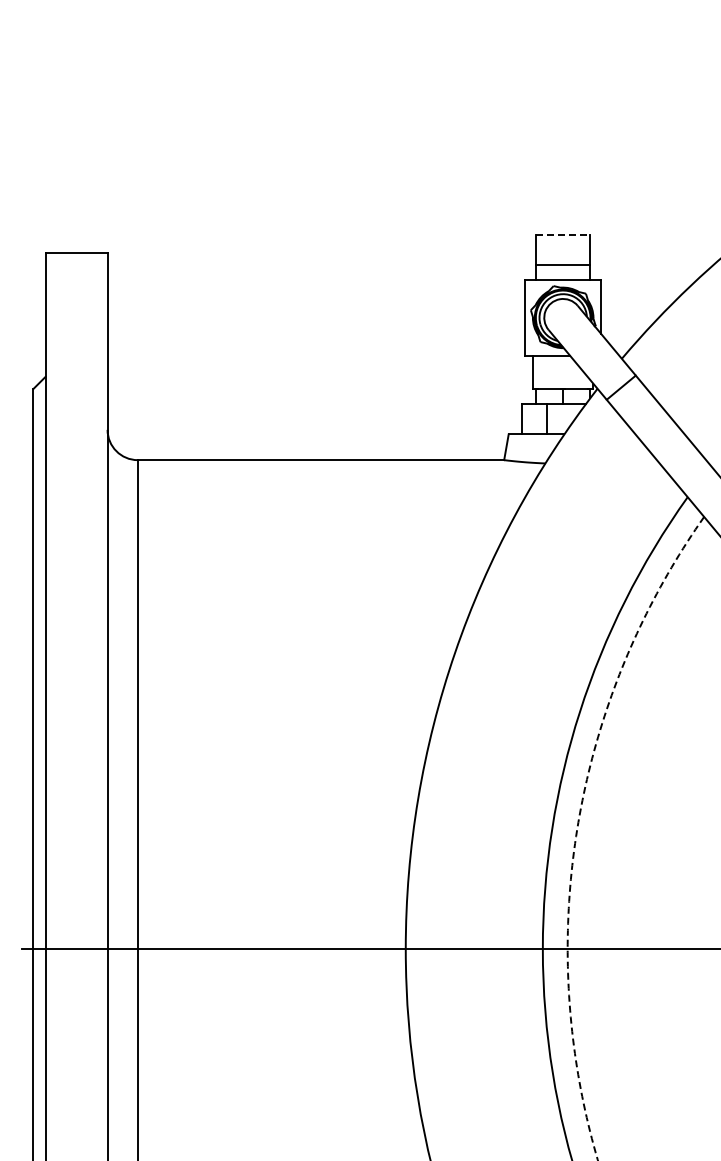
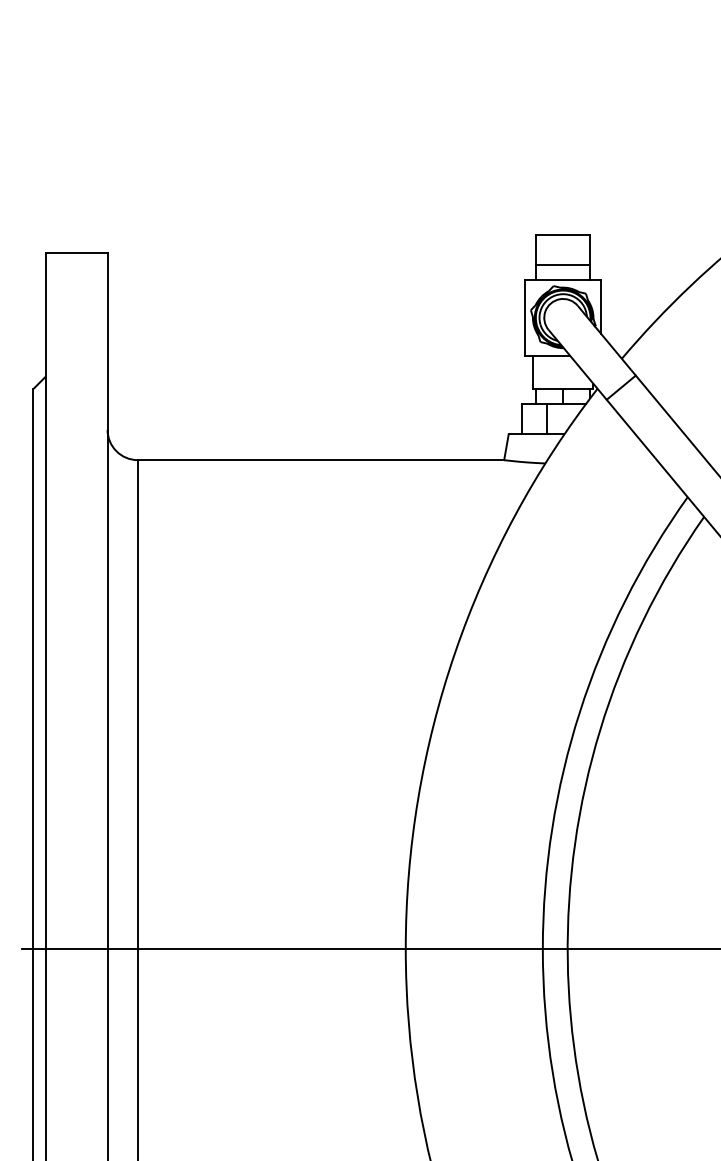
line at (563, 234): dashed -> solid
arc at (577, 829): dashed -> solid
